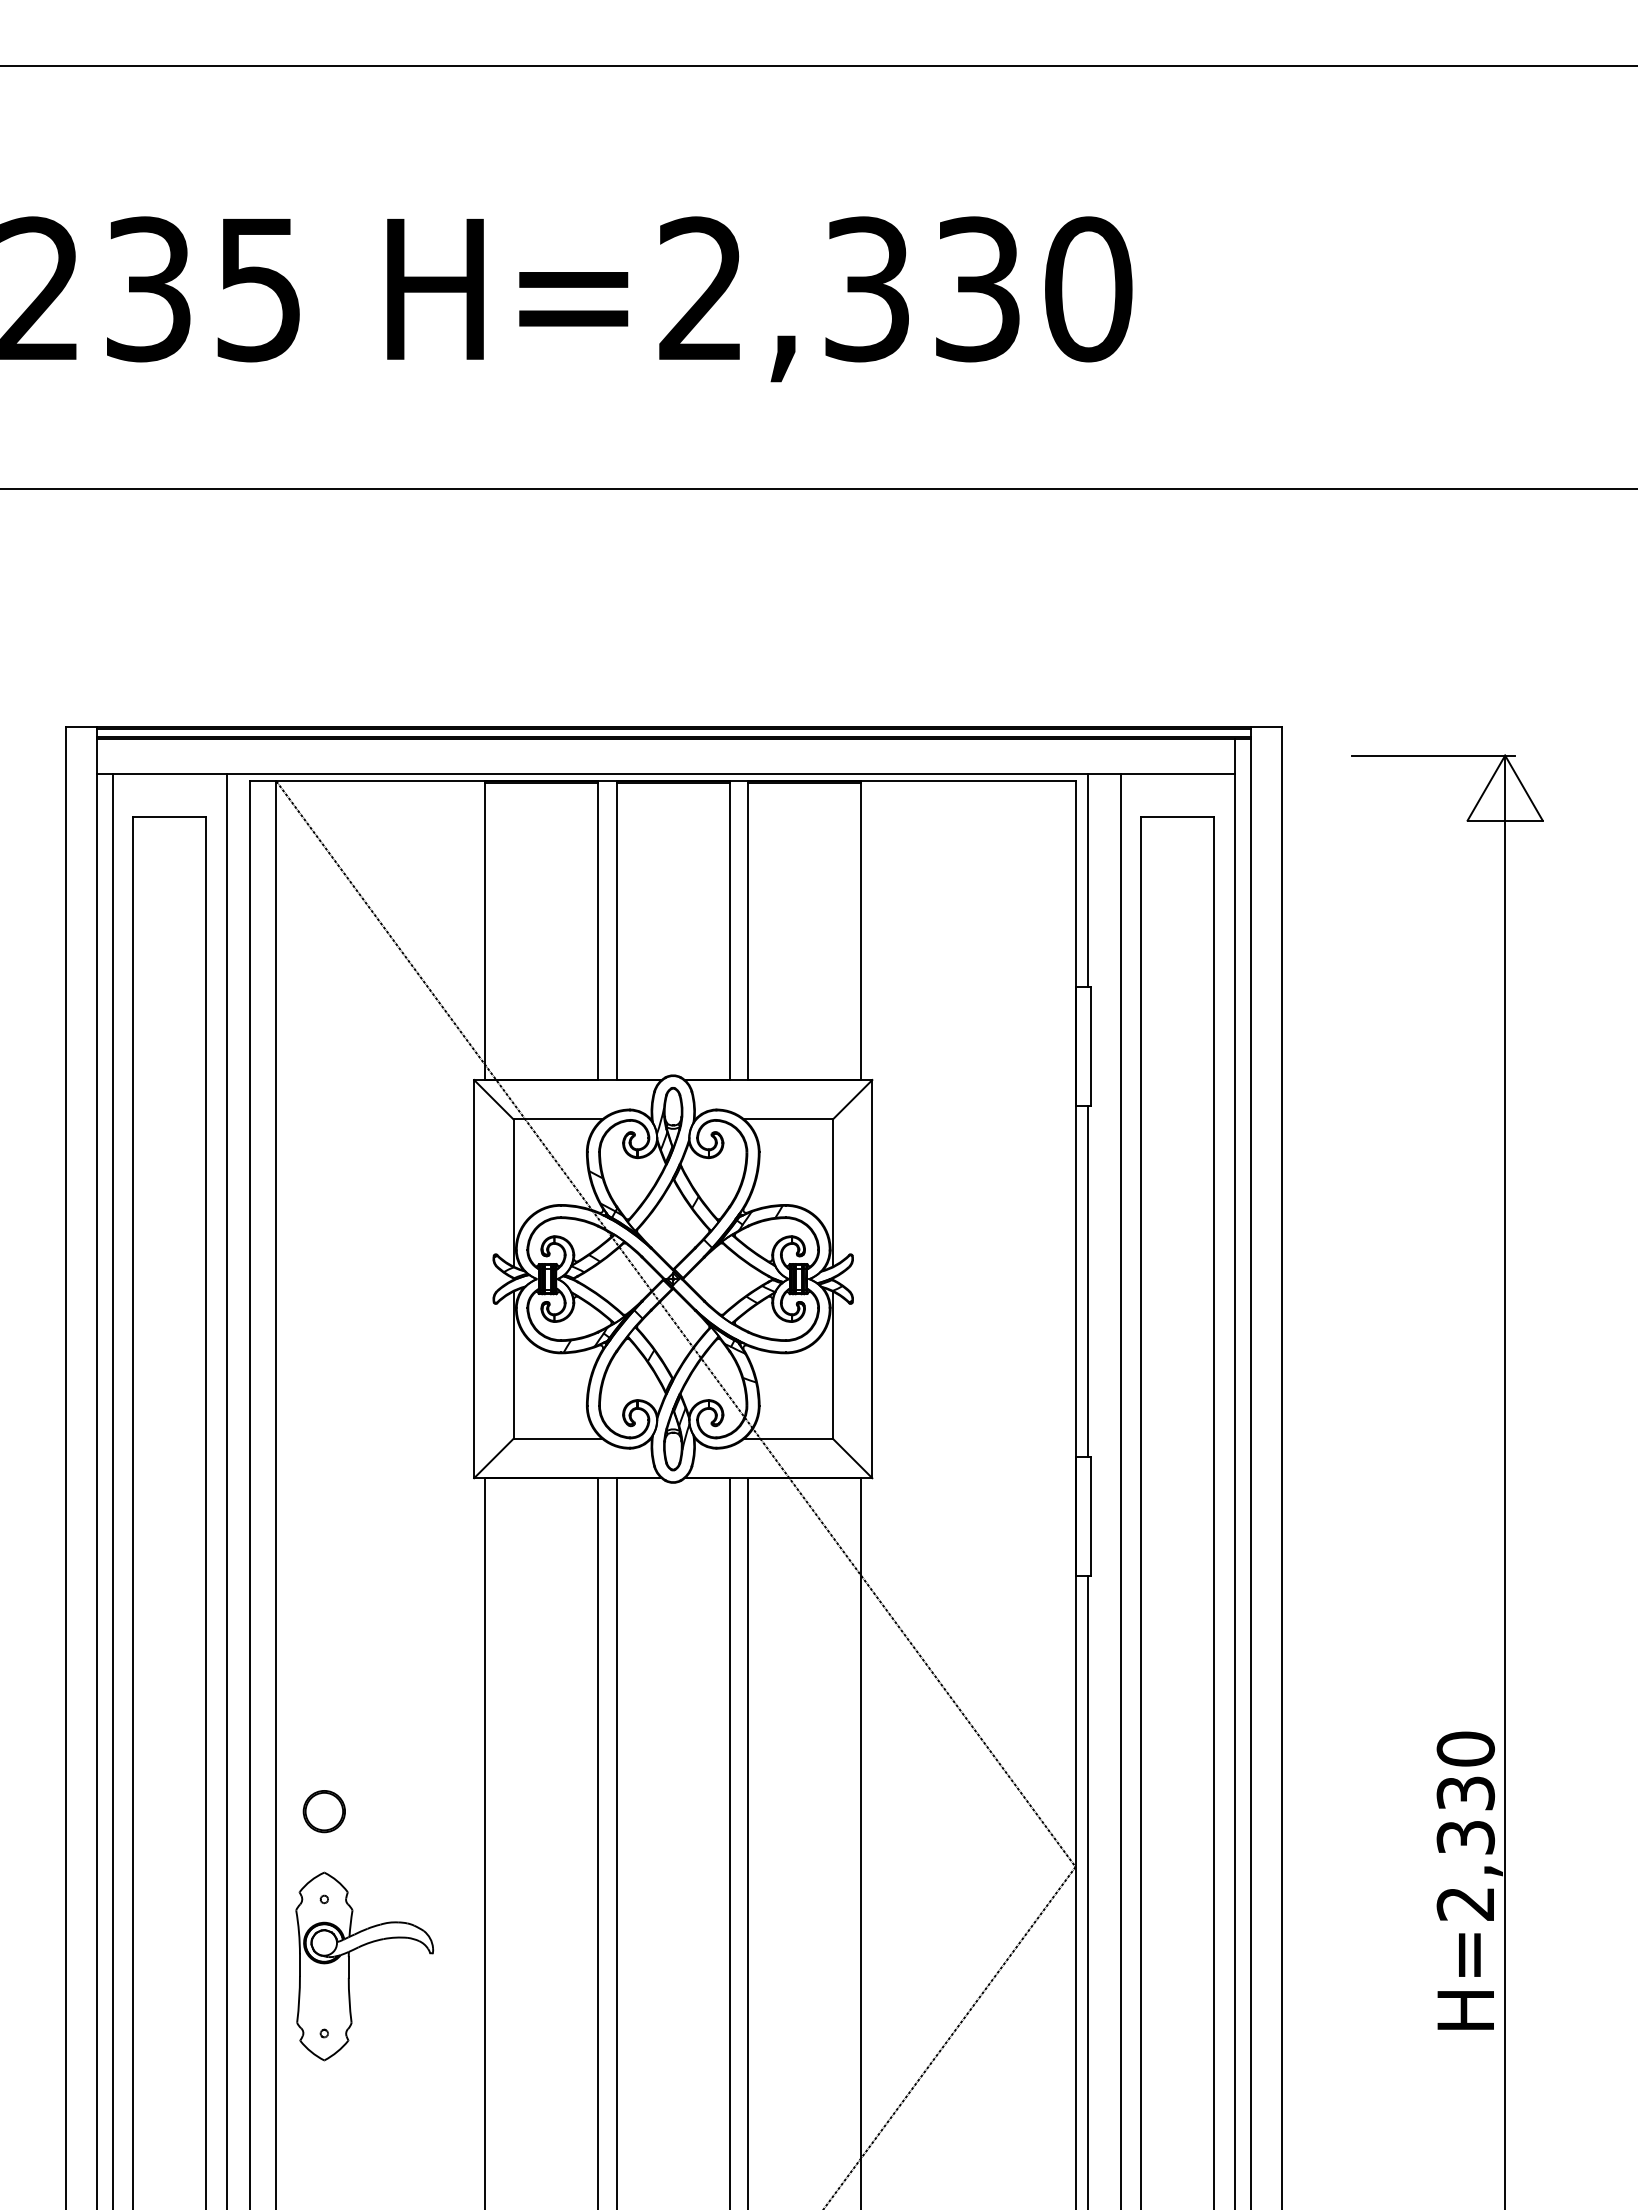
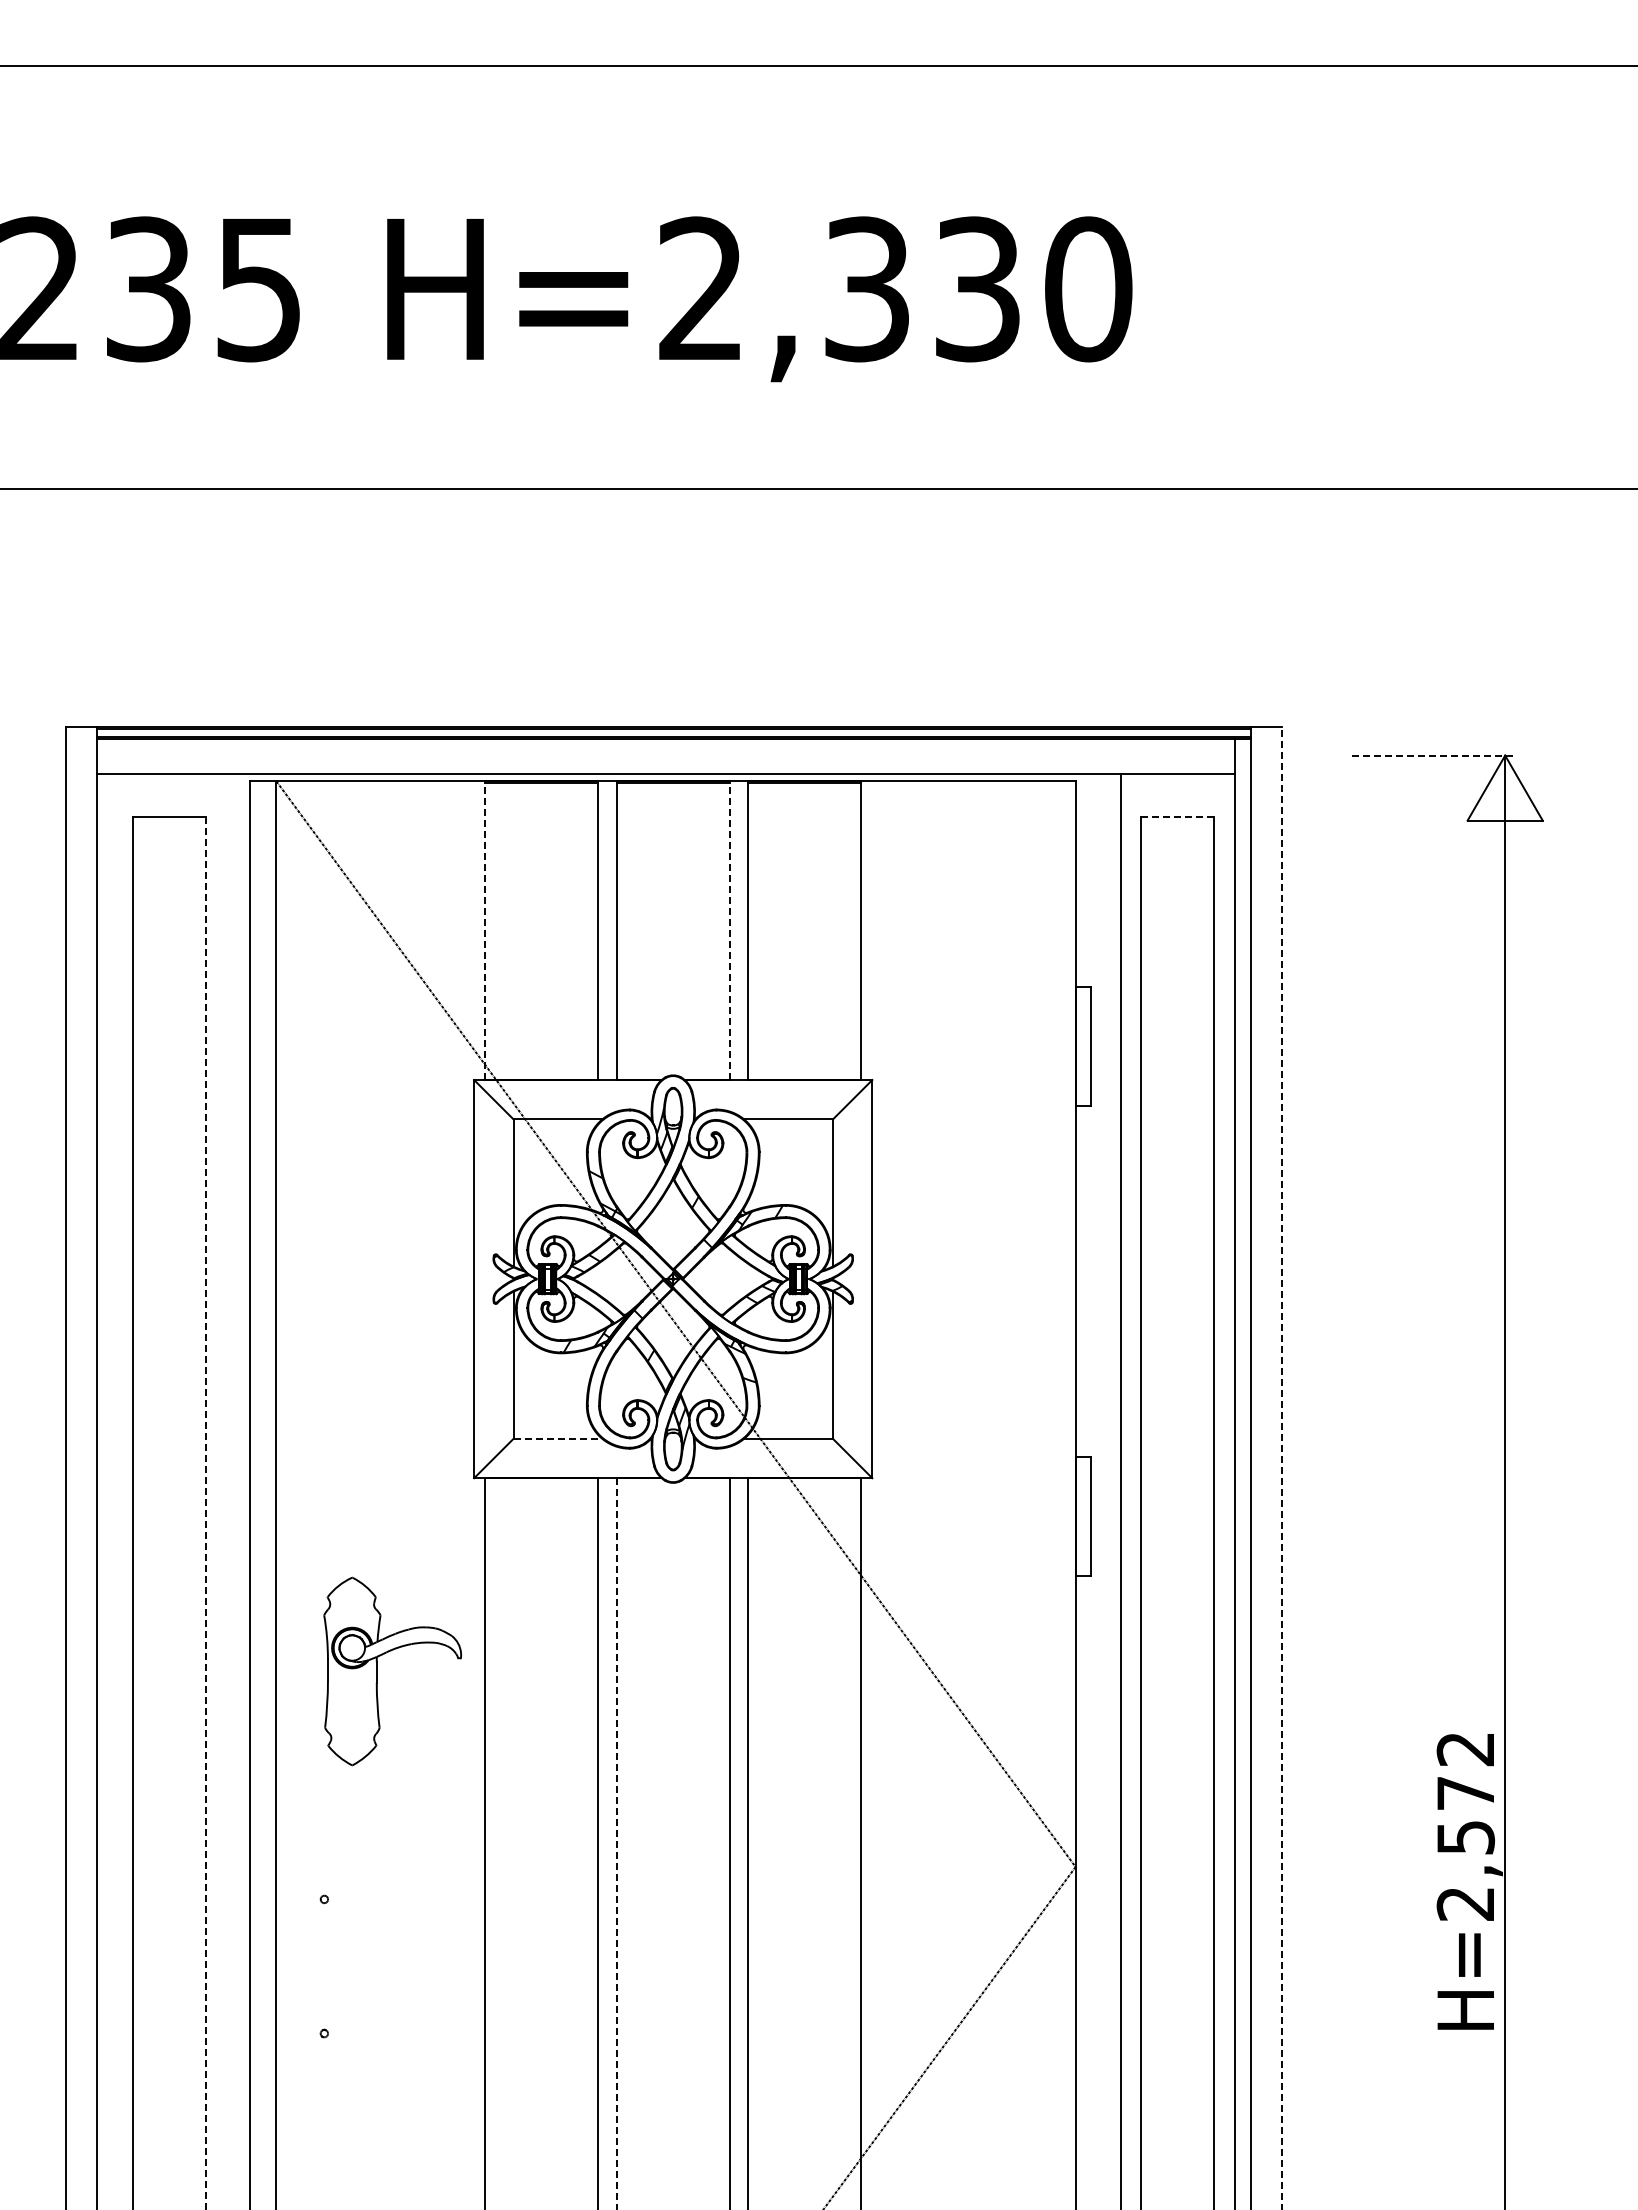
line at (1433, 755): solid -> dashed
line at (1178, 816): solid -> dashed
line at (1087, 880): present -> none
line at (485, 930): solid -> dashed
line at (729, 930): solid -> dashed
line at (1087, 1281): present -> none
line at (558, 1438): solid -> dashed
line at (1281, 1468): solid -> dashed
line at (112, 1490): present -> none
line at (226, 1490): present -> none
line at (206, 1513): solid -> dashed
text at (1465, 1792): H=2,330 -> H=2,572
part at (323, 1811): present -> none
line at (616, 1844): solid -> dashed
line at (1087, 1890): present -> none
part at (349, 1966) position: (349, 1966) -> (377, 1671)
